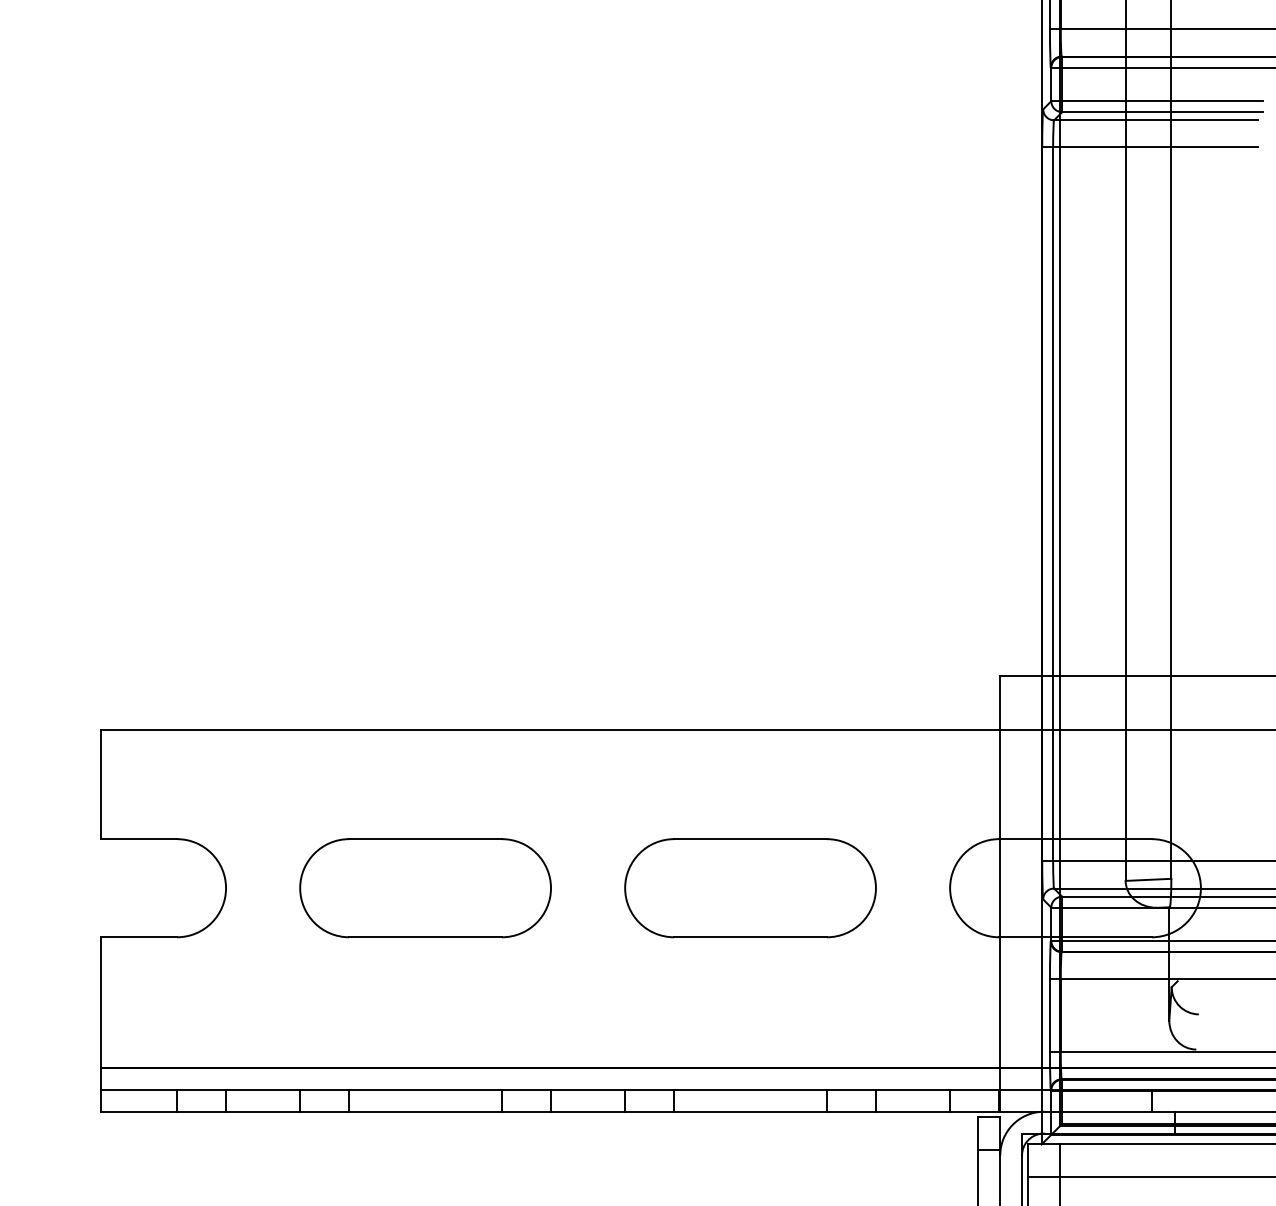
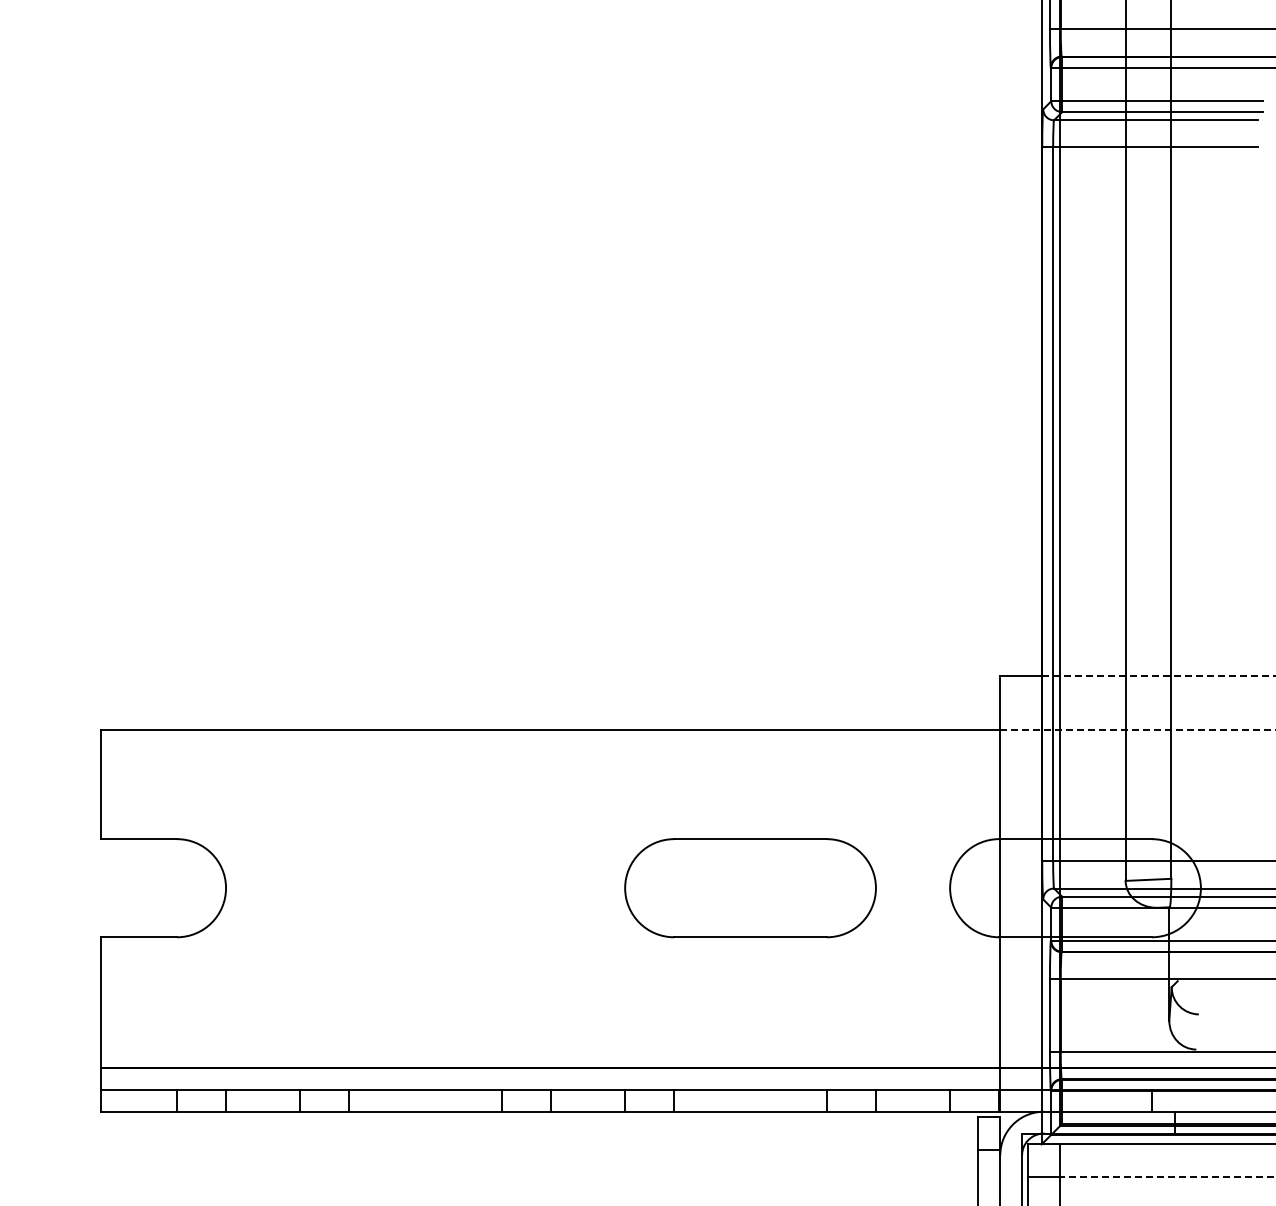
line at (1158, 675): solid -> dashed
line at (1138, 730): solid -> dashed
part at (425, 888): present -> none
line at (1167, 1177): solid -> dashed
